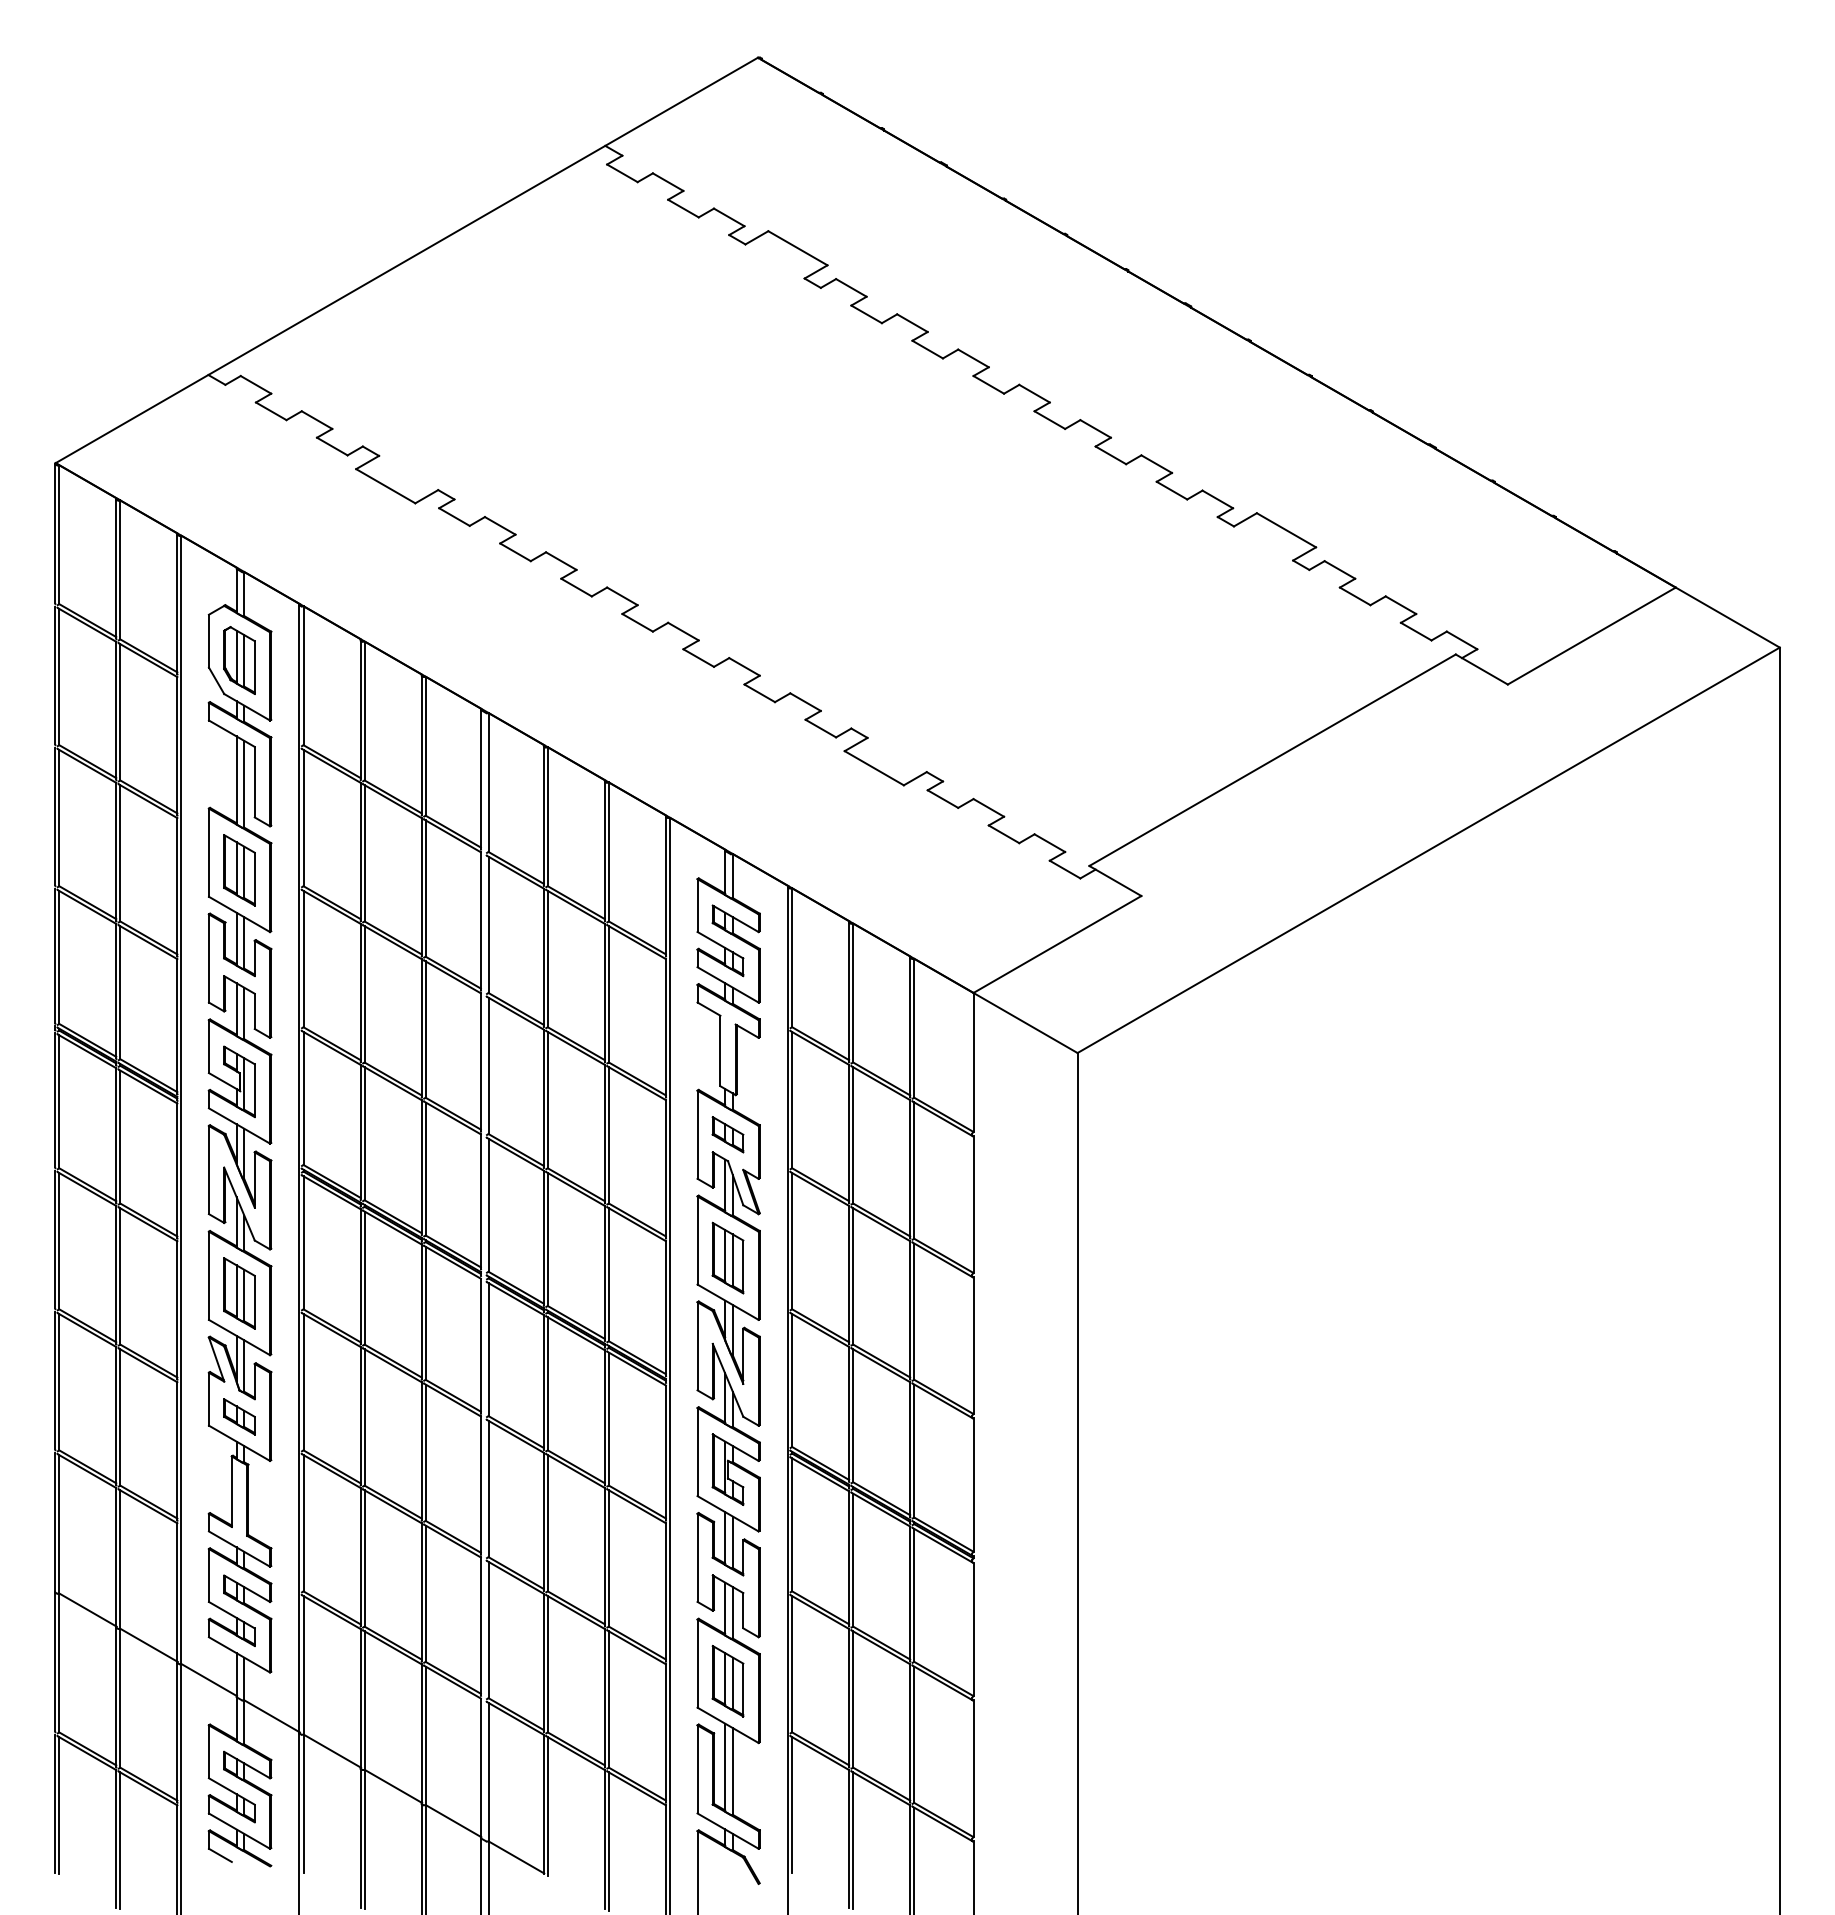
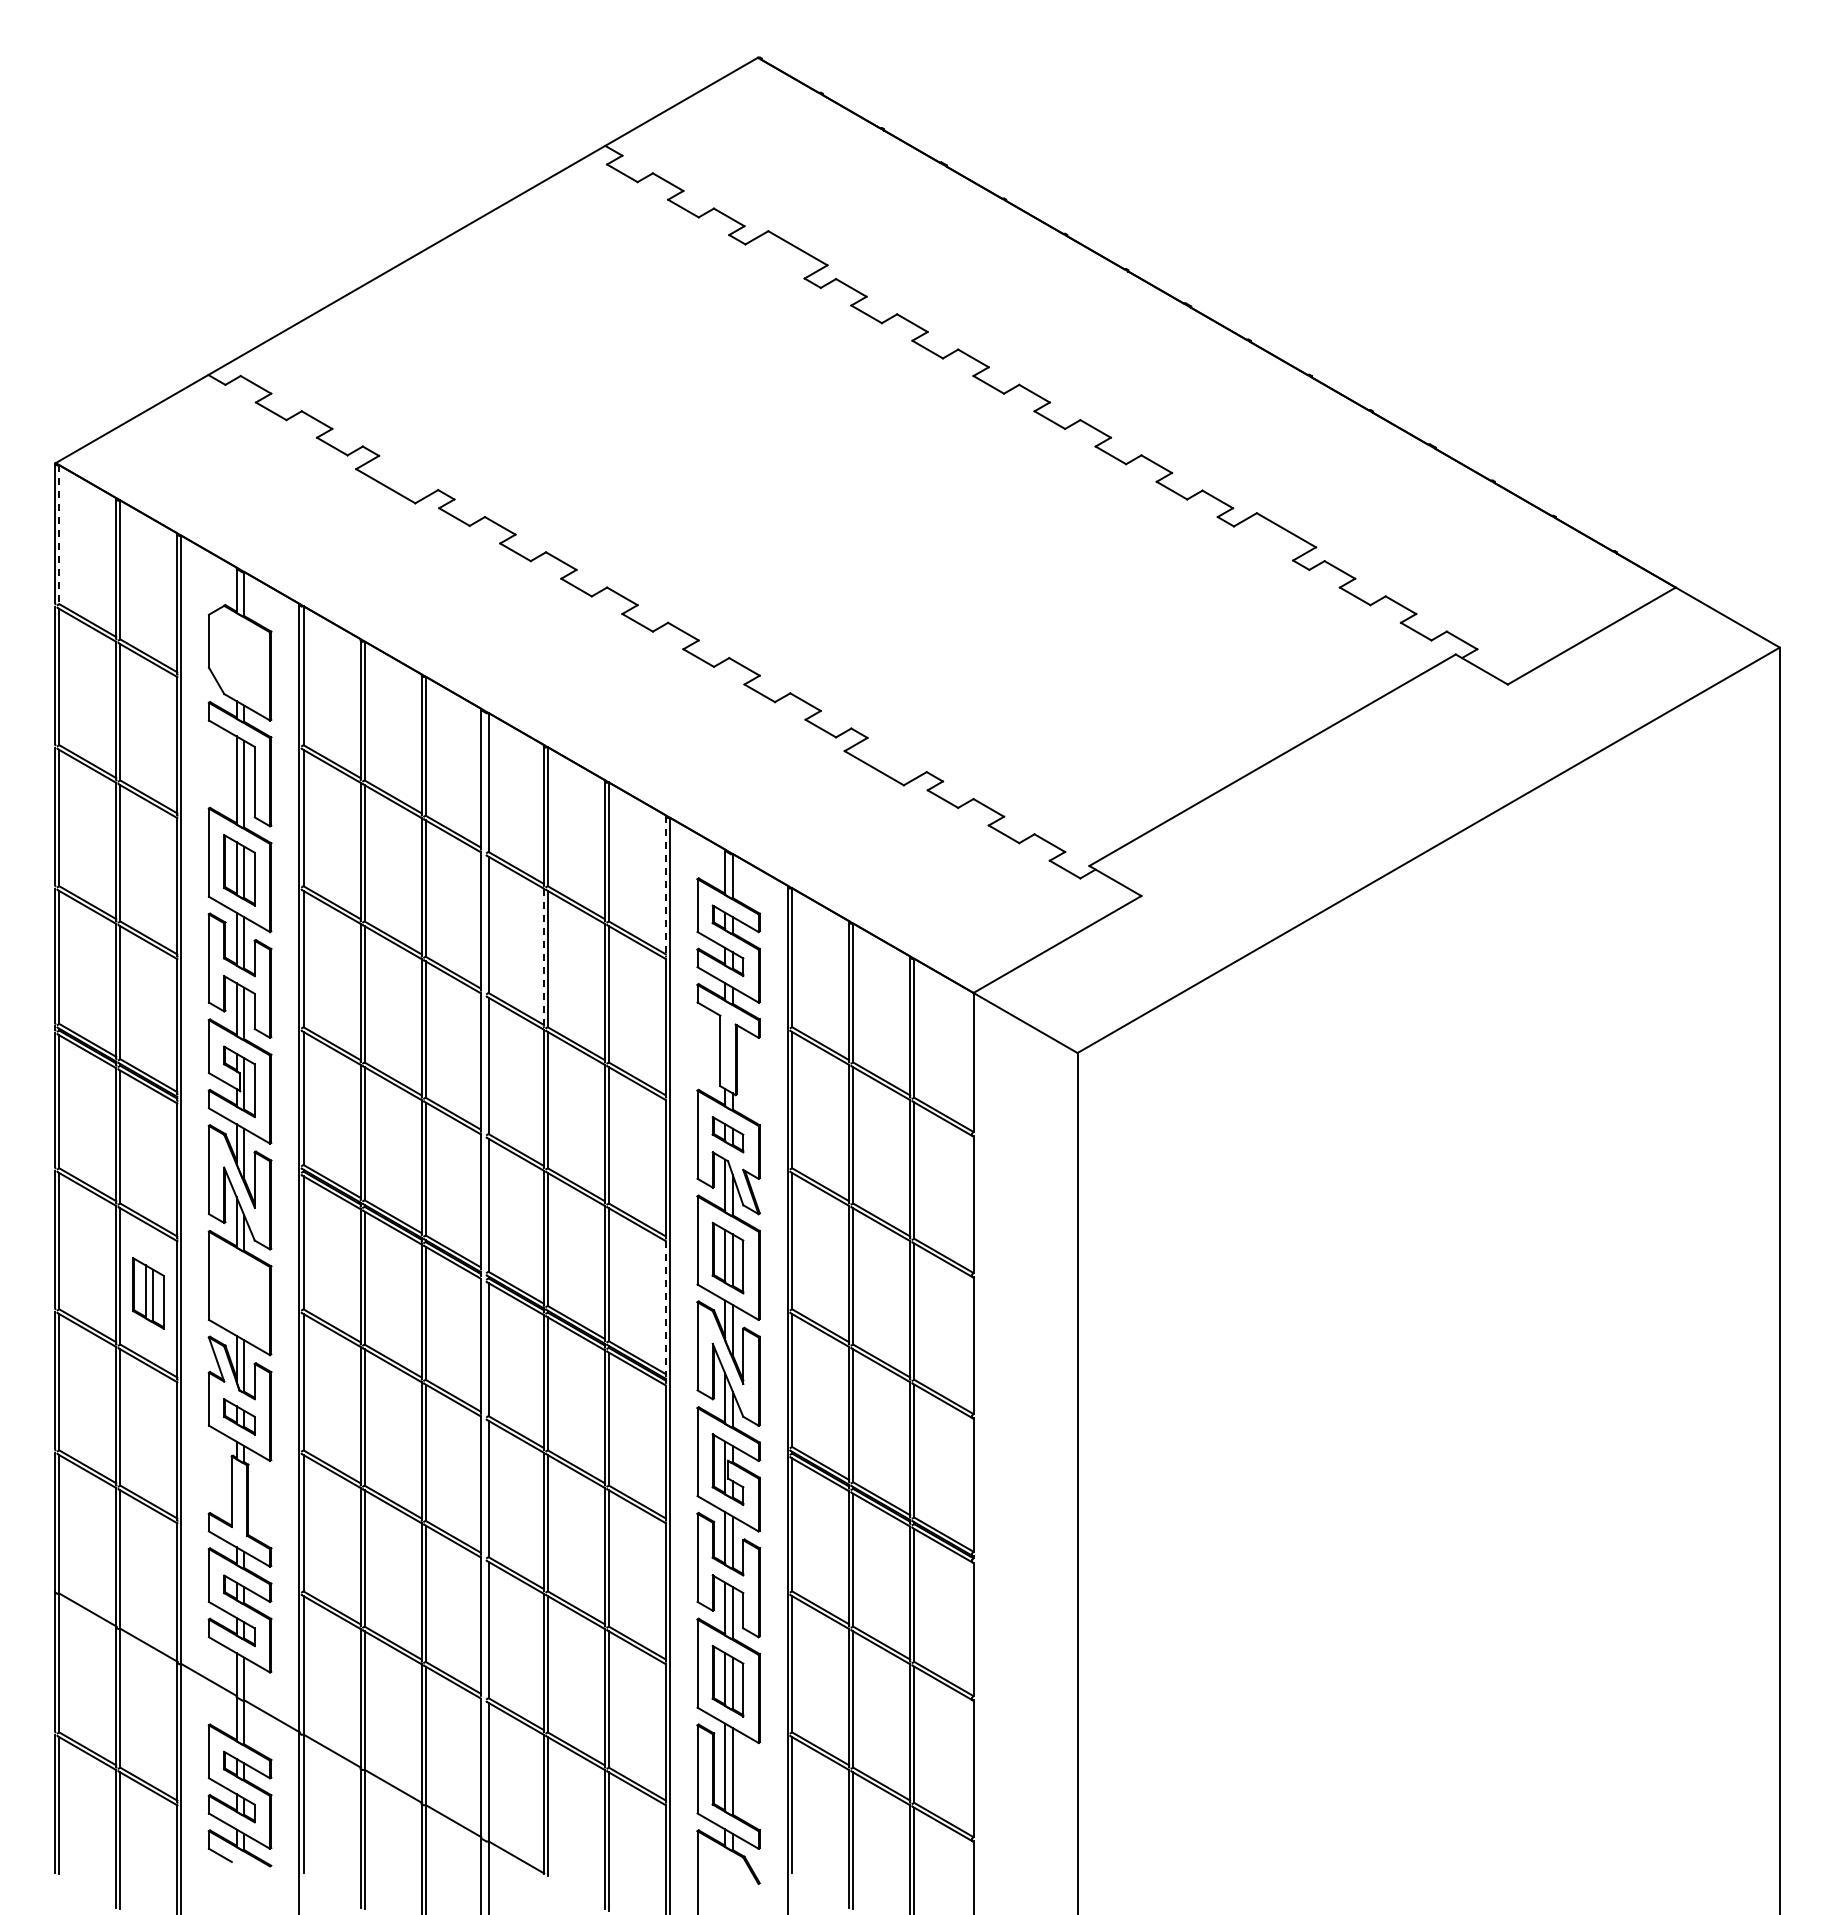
line at (59, 535): solid -> dashed
part at (239, 660): present -> none
line at (665, 886): solid -> dashed
line at (543, 957): solid -> dashed
part at (239, 1293) position: (239, 1293) -> (148, 1293)
line at (665, 1308): solid -> dashed
